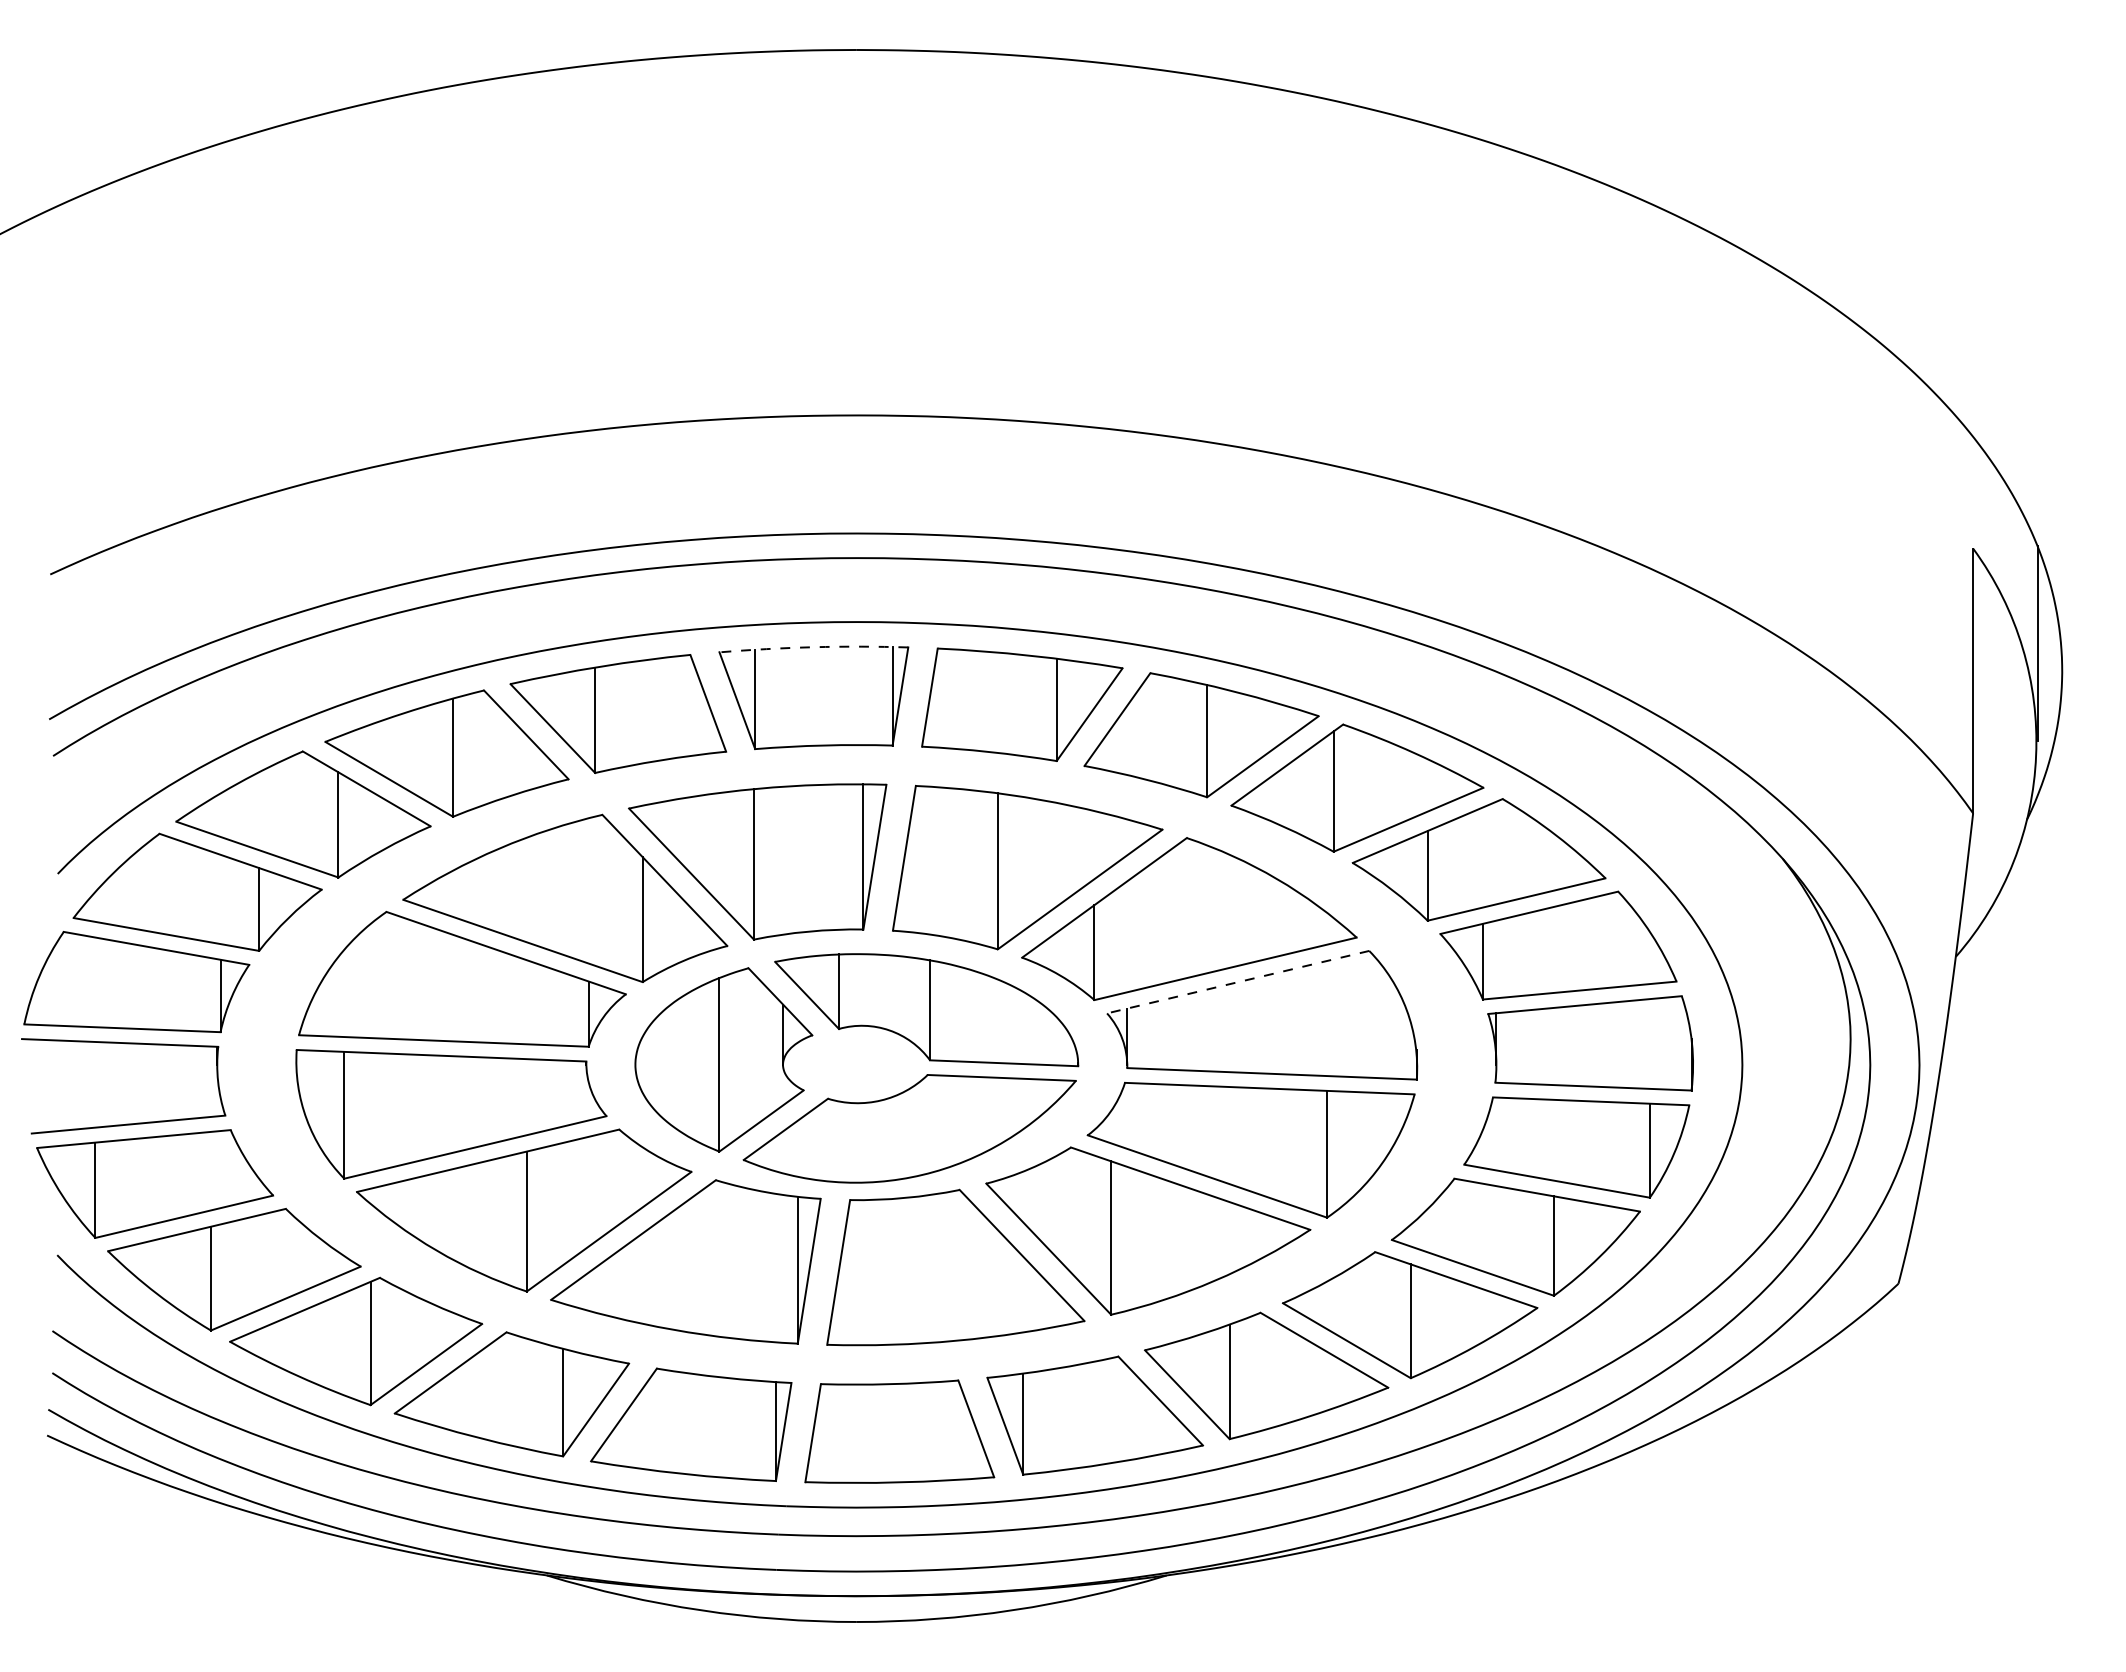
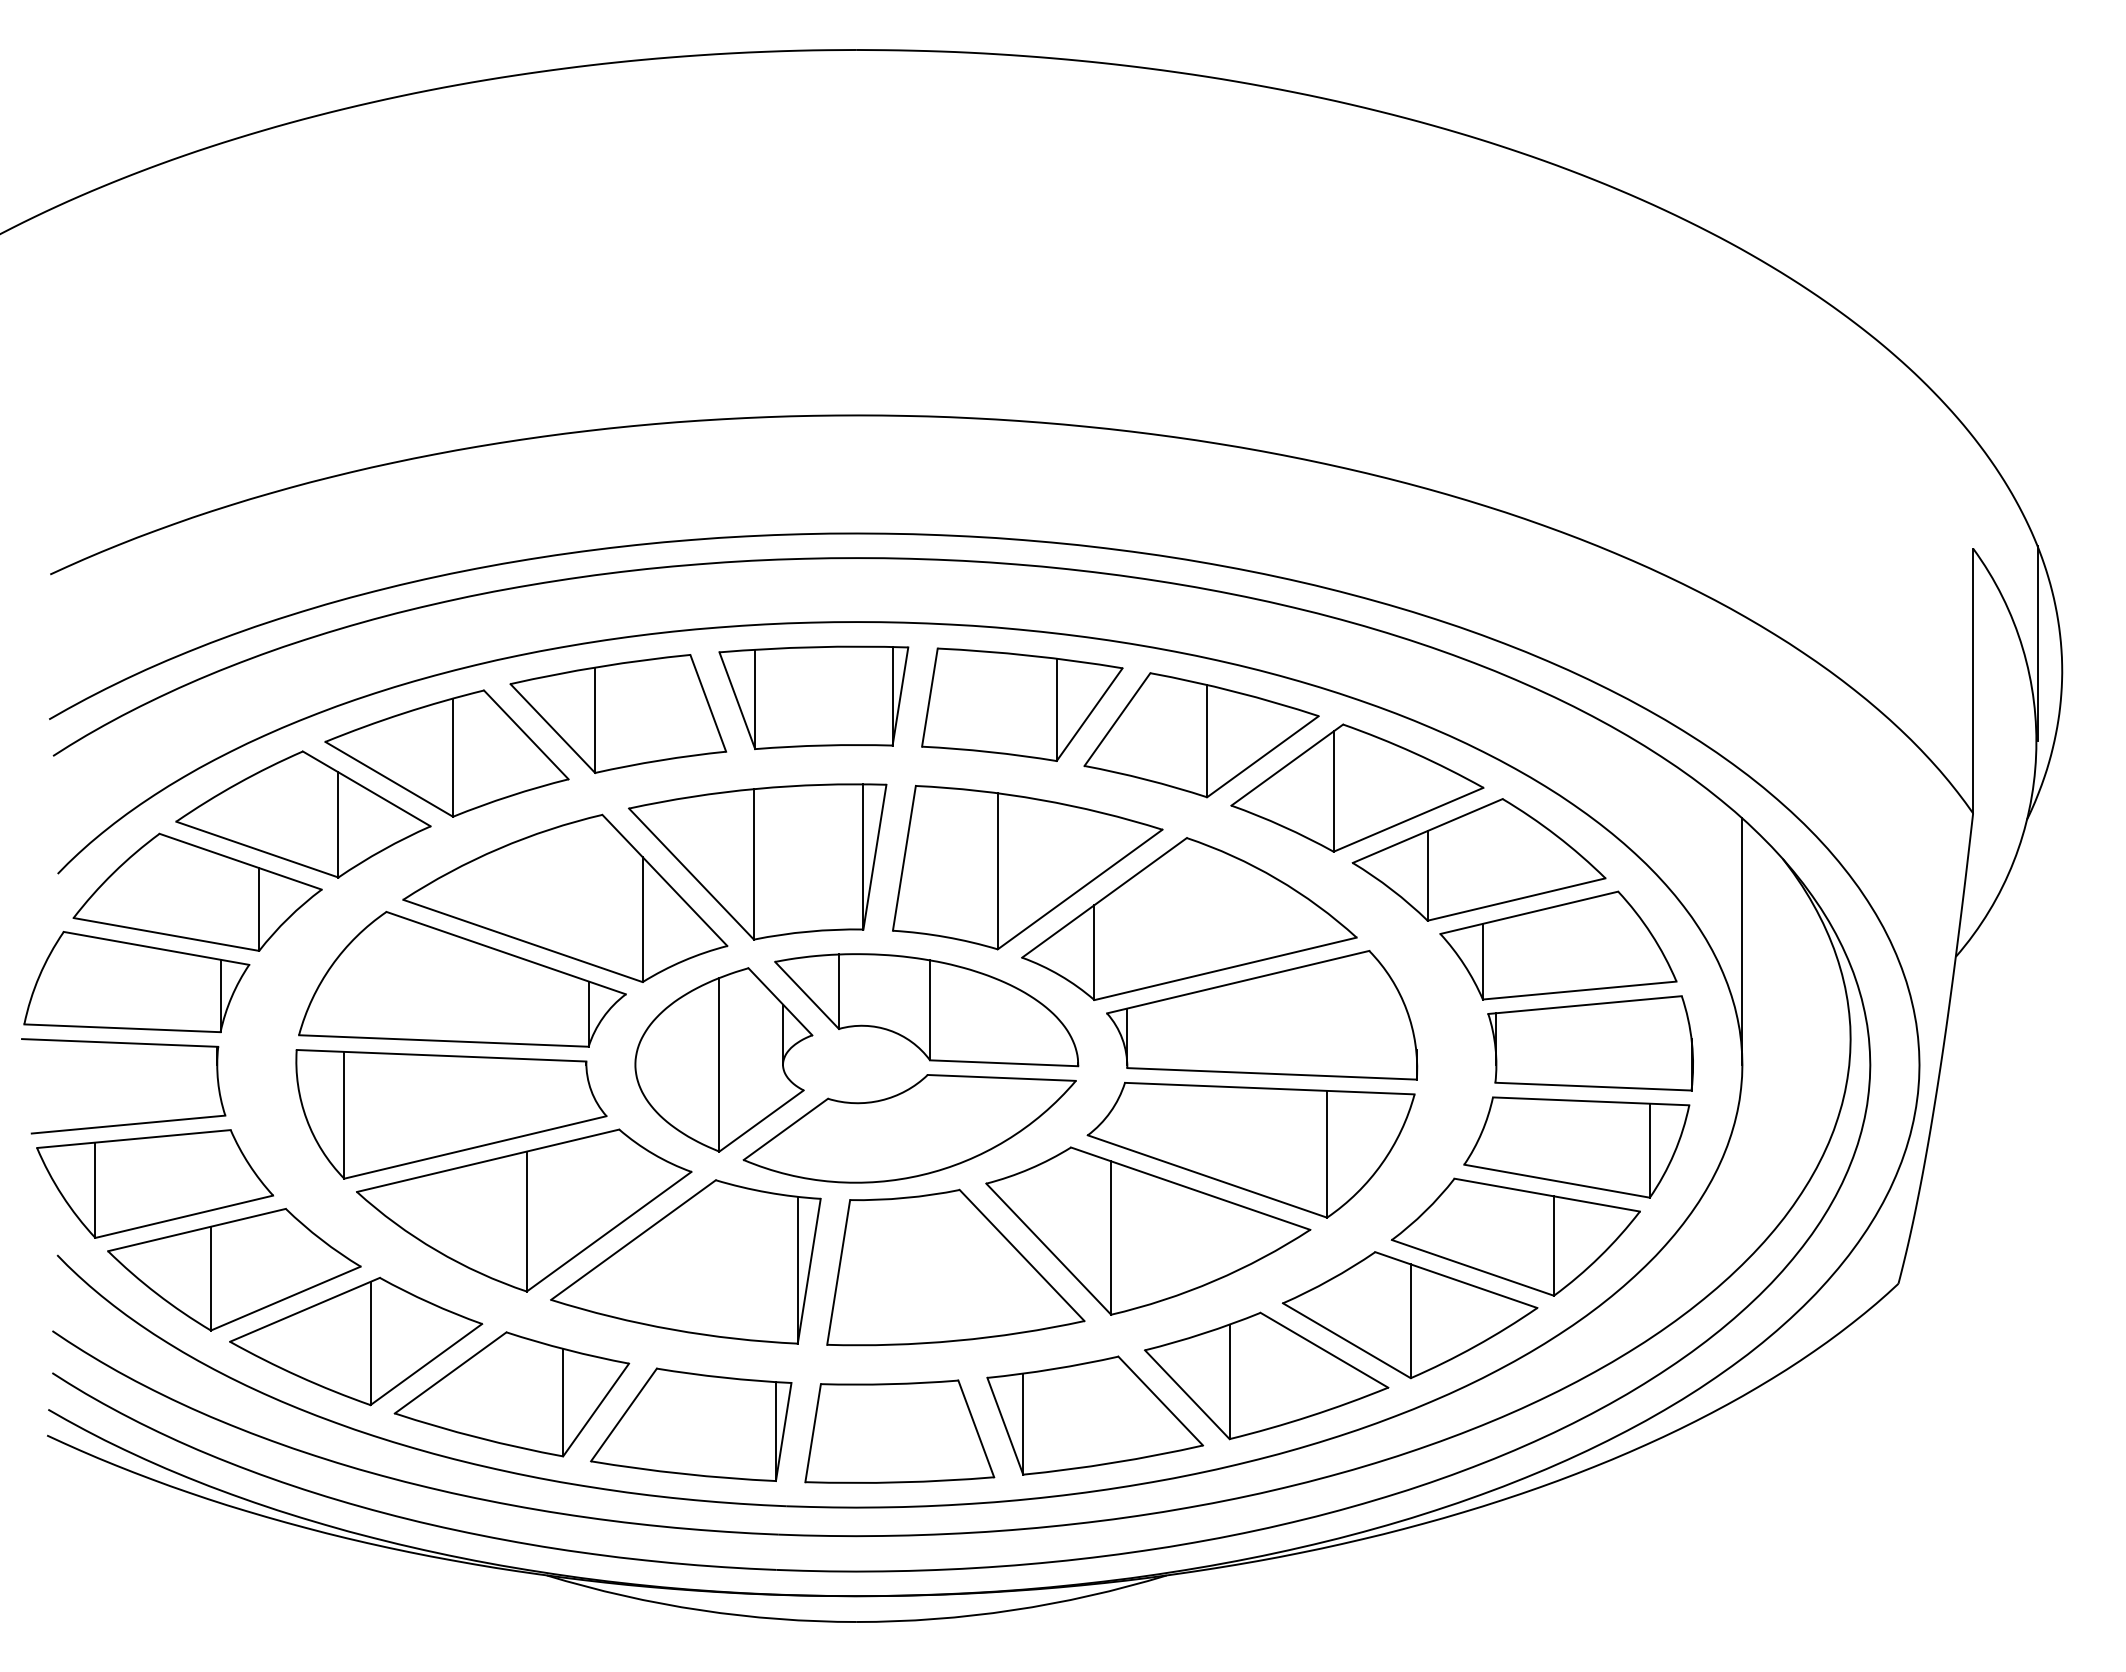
arc at (813, 647): dashed -> solid
line at (1742, 941): none -> present
line at (1238, 982): dashed -> solid
